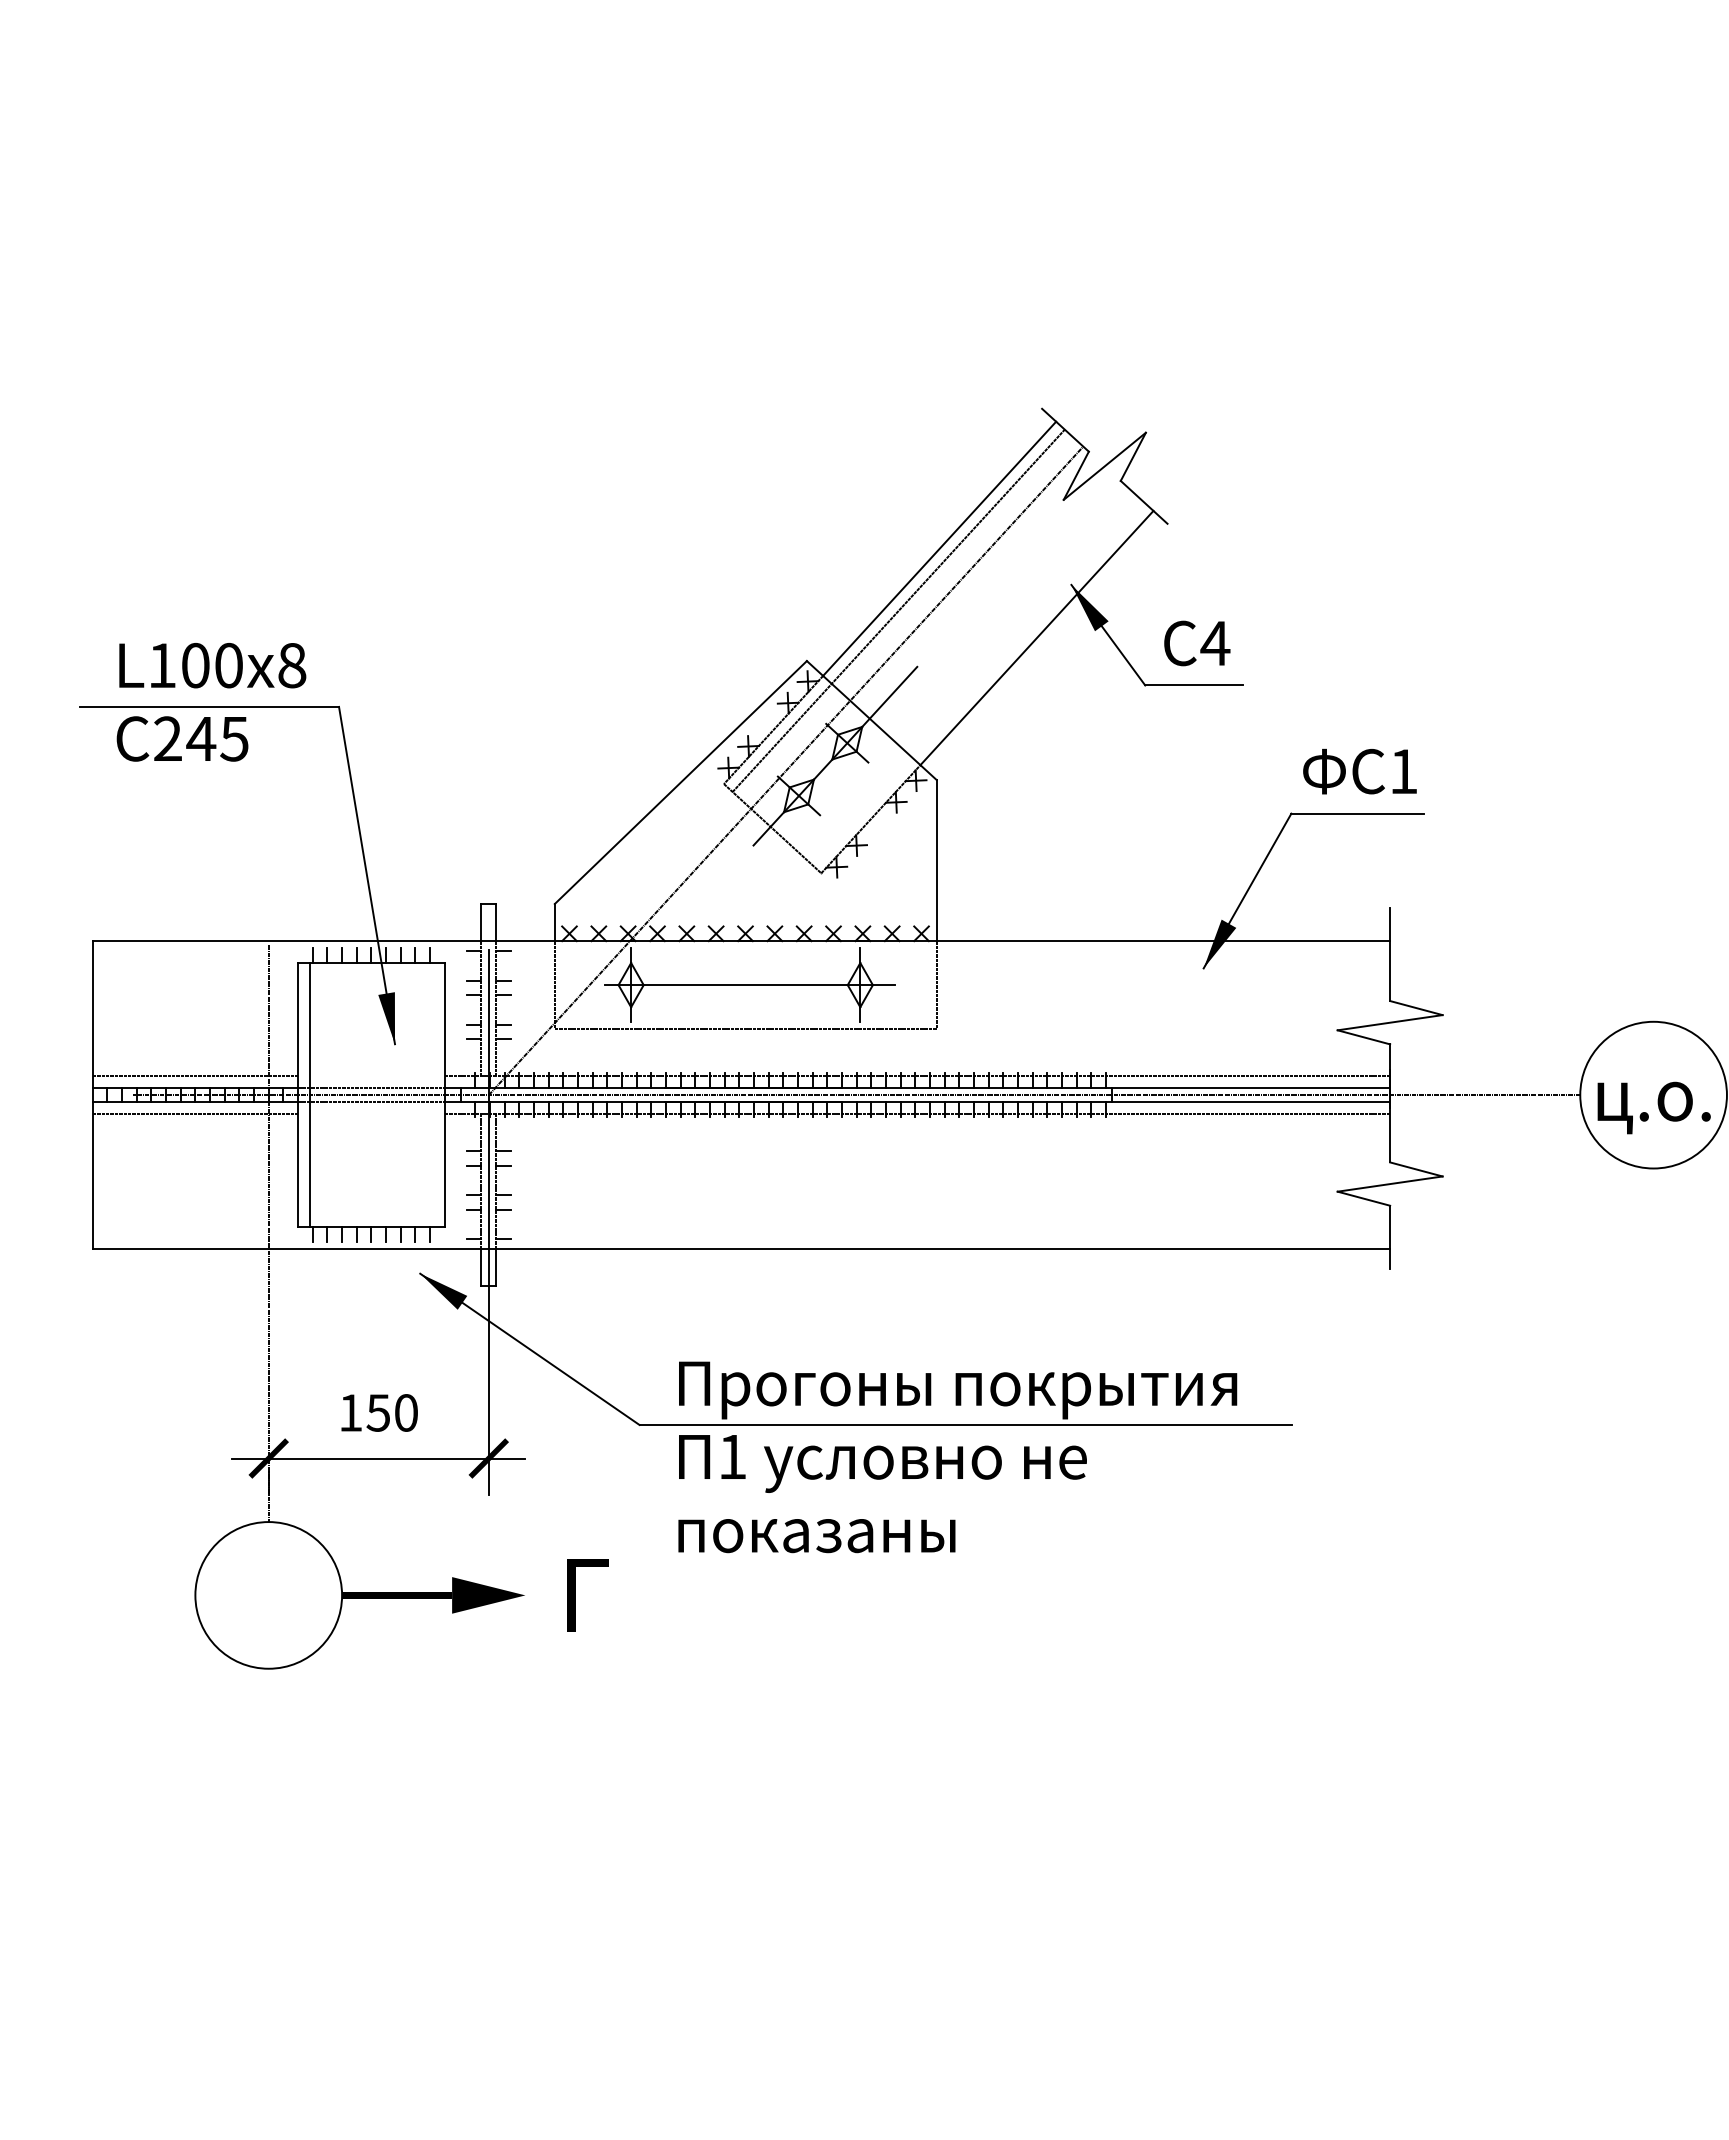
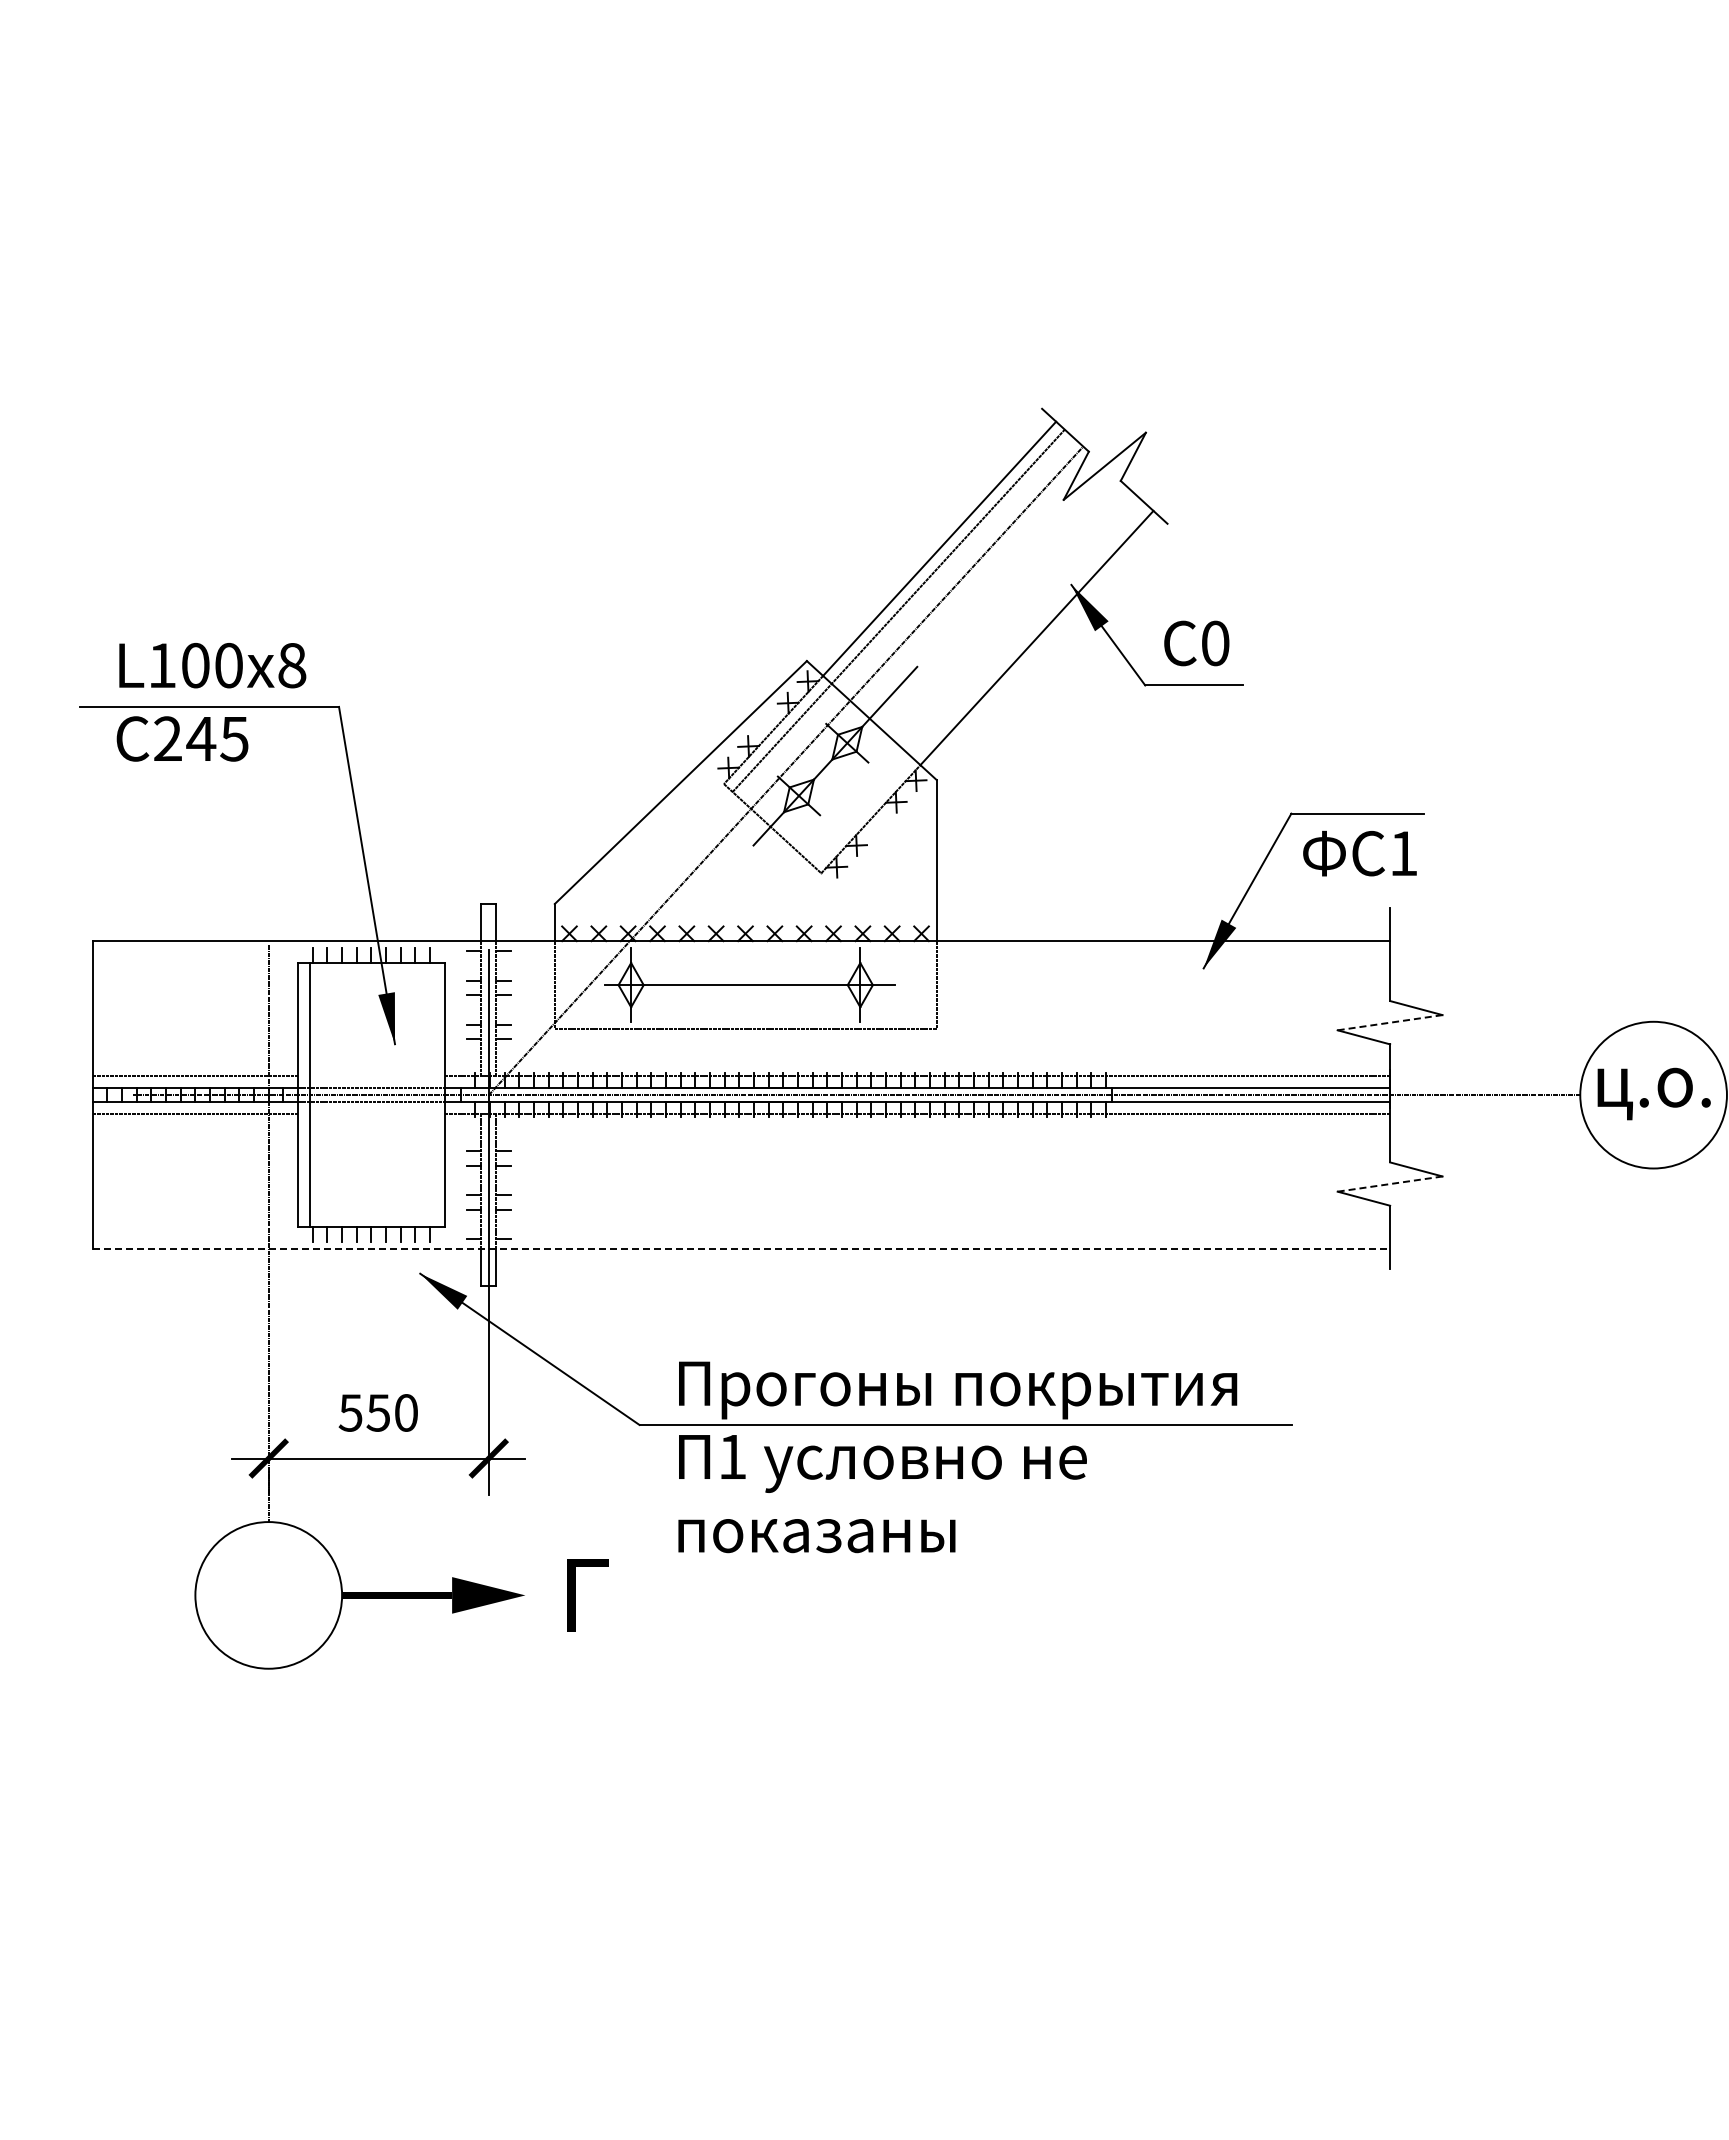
text at (1215, 643): 4 -> 0
text at (1359, 771) position: (1359, 771) -> (1359, 853)
line at (1389, 1022): solid -> dashed
text at (1653, 1107) position: (1653, 1107) -> (1653, 1093)
line at (1389, 1184): solid -> dashed
line at (741, 1249): solid -> dashed
text at (350, 1412): 150 -> 550
